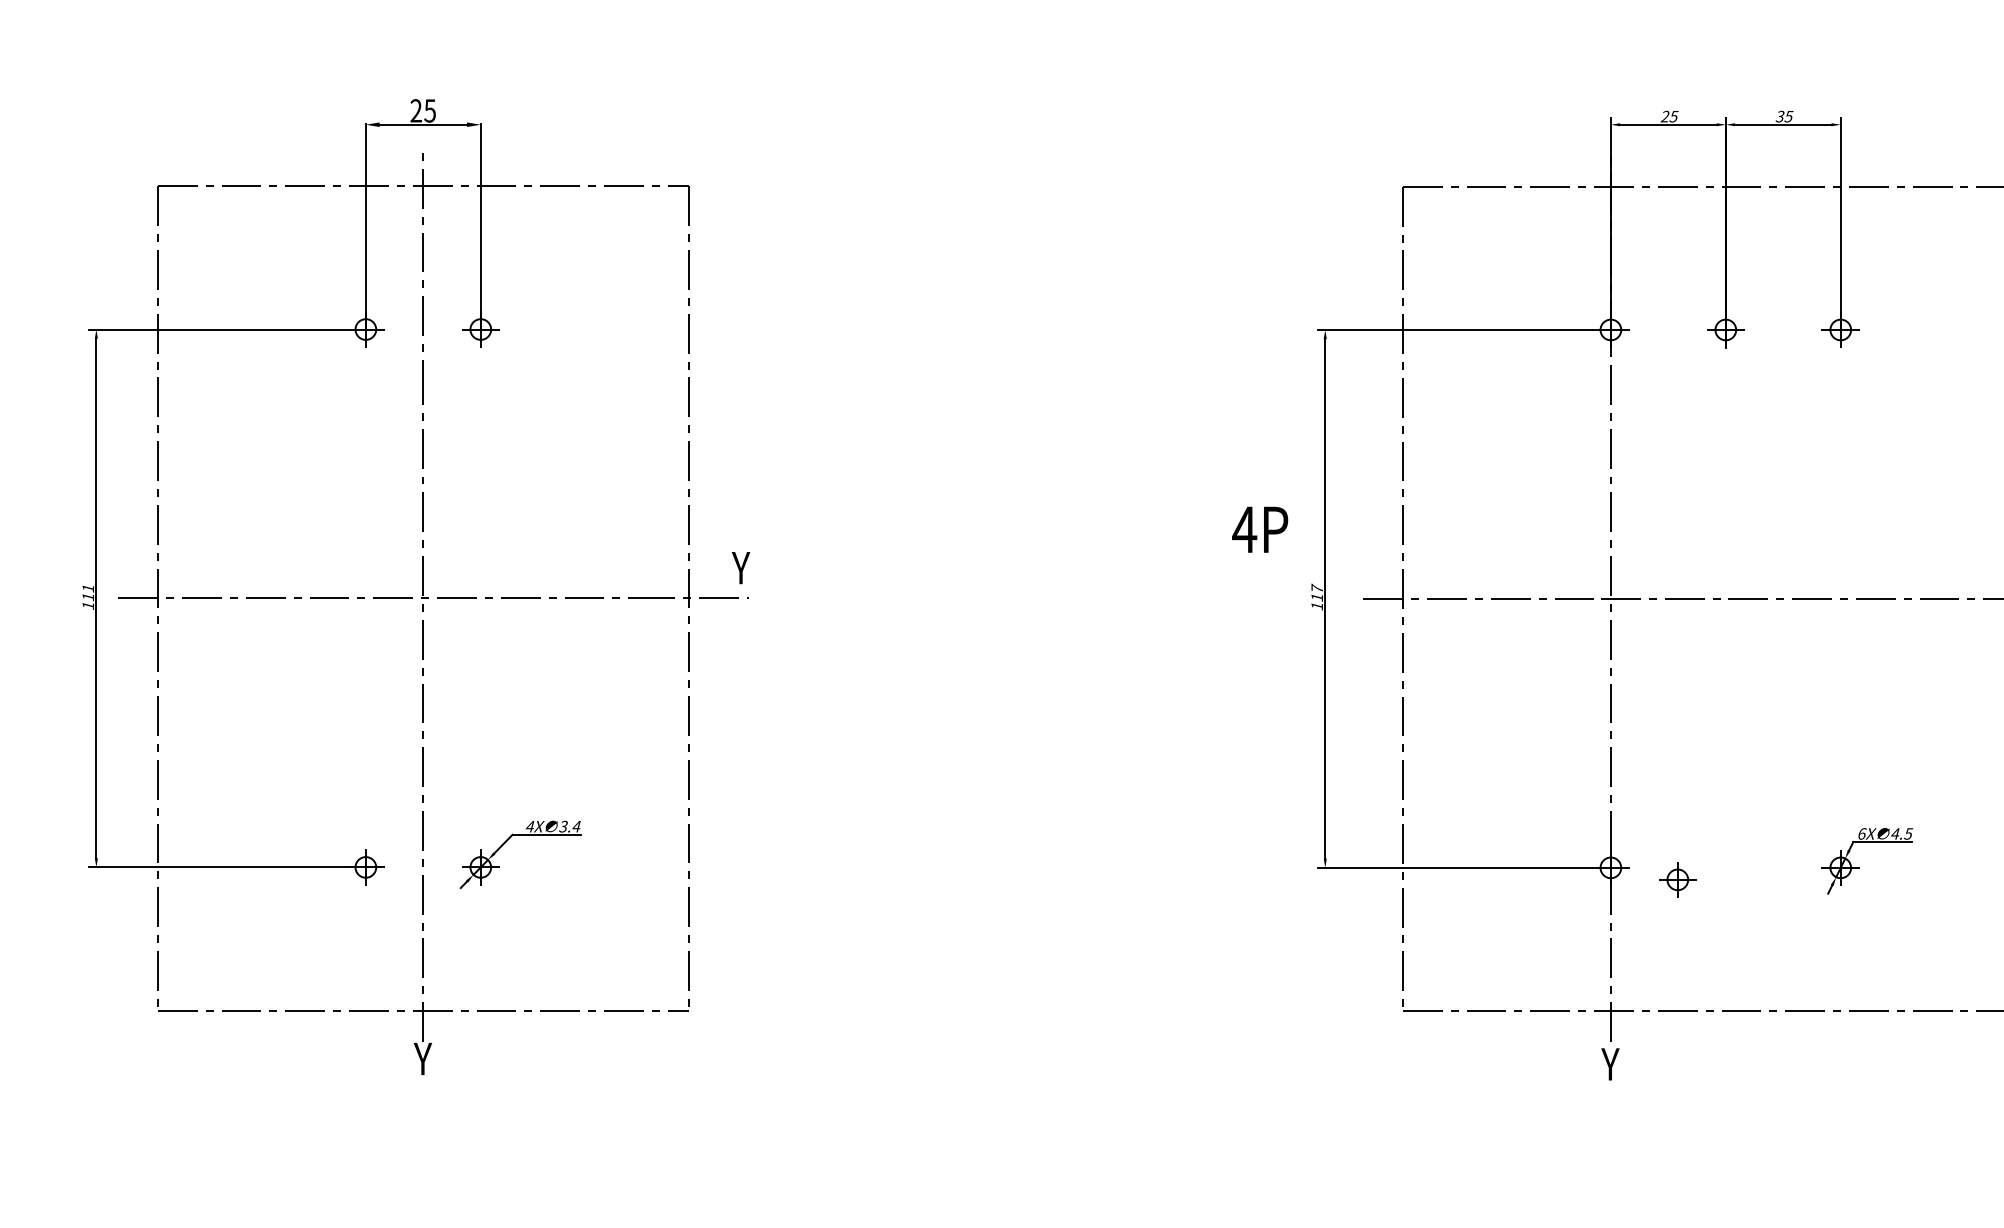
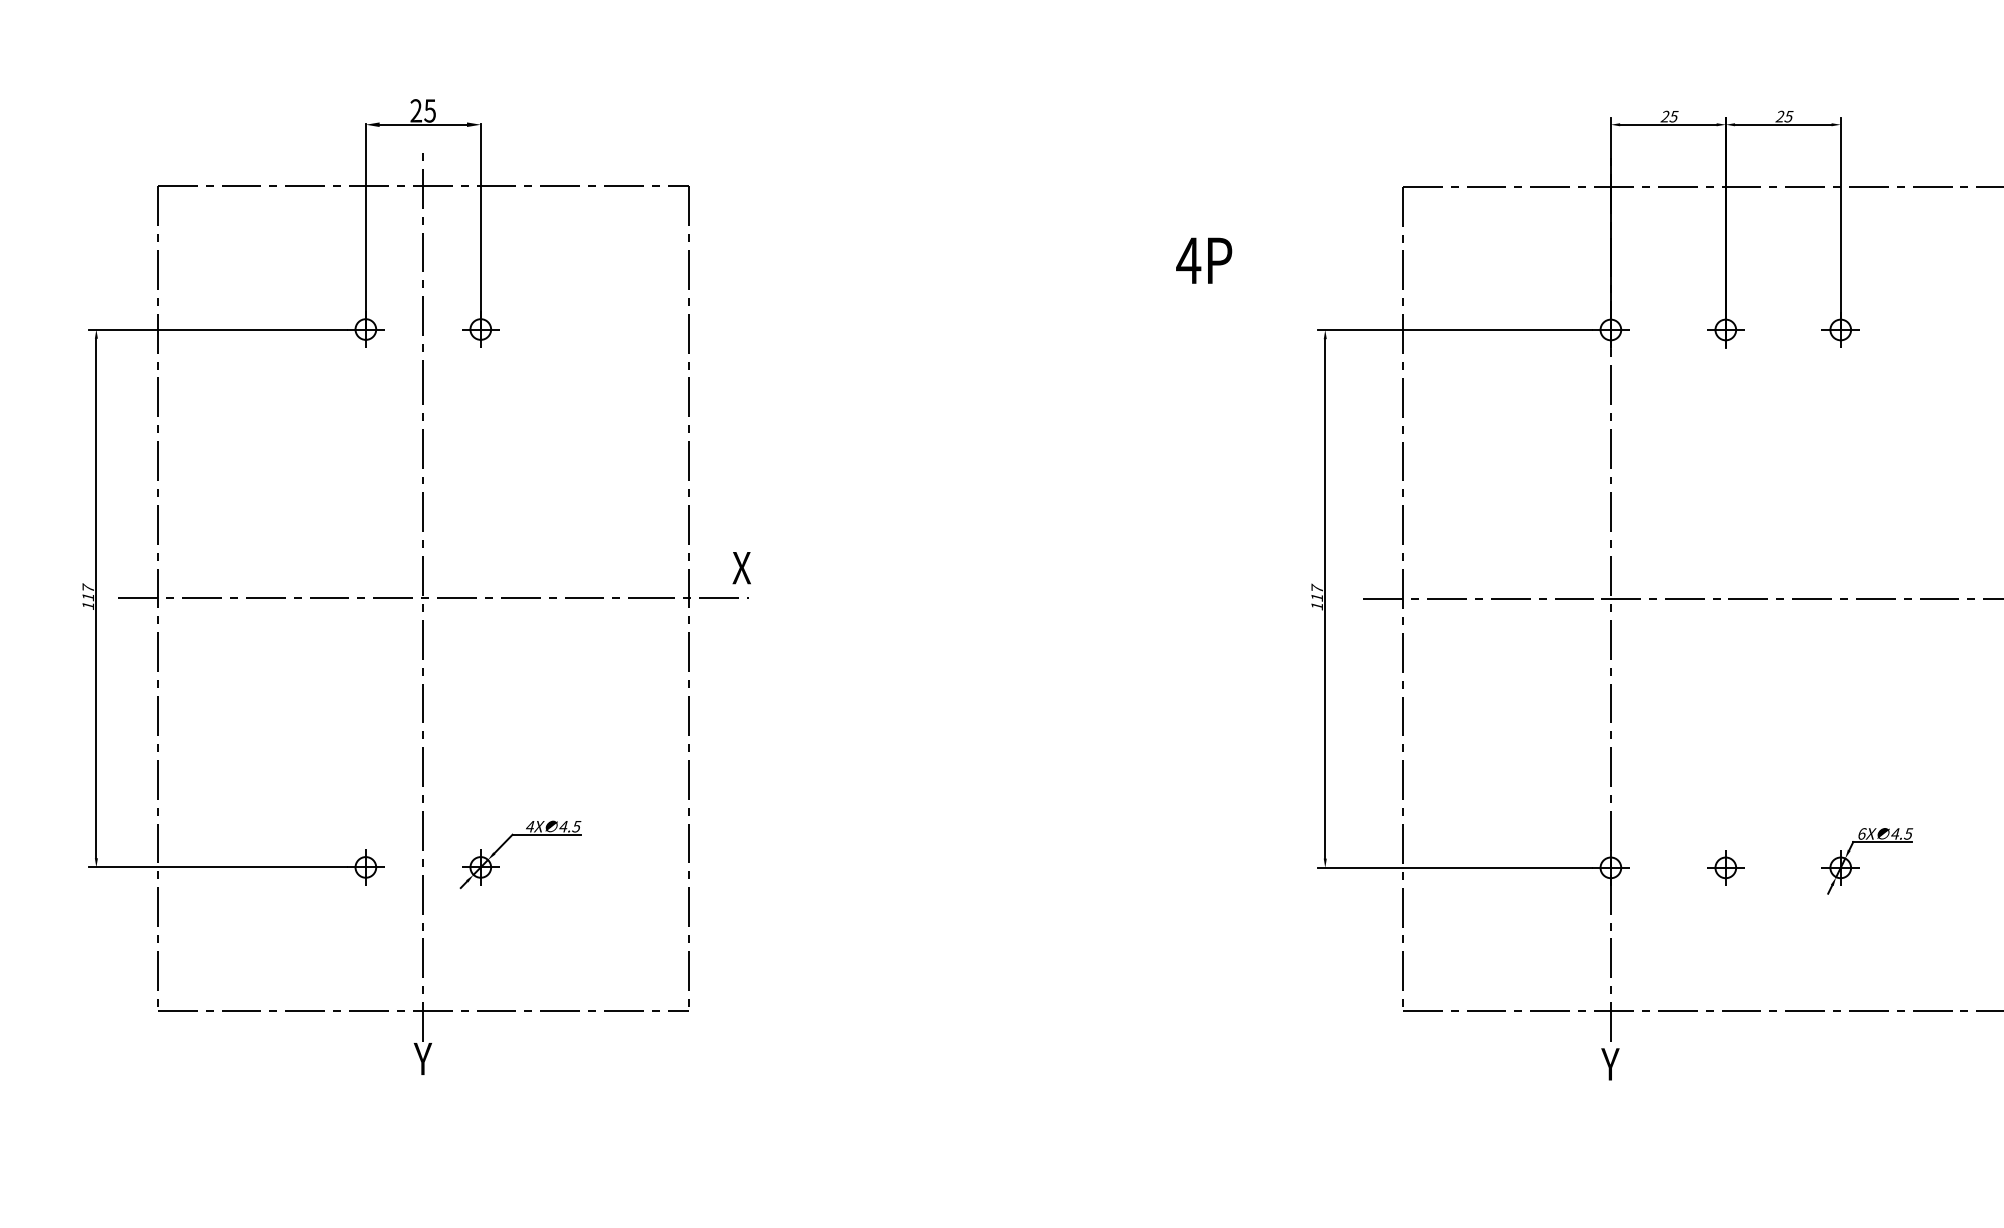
text at (1779, 116): 35 -> 25
text at (1260, 529) position: (1260, 529) -> (1204, 260)
text at (740, 568): Y -> X
text at (87, 587): 111 -> 117
text at (570, 826): 3.4 -> 4.5
part at (1677, 879) position: (1677, 879) -> (1725, 867)
